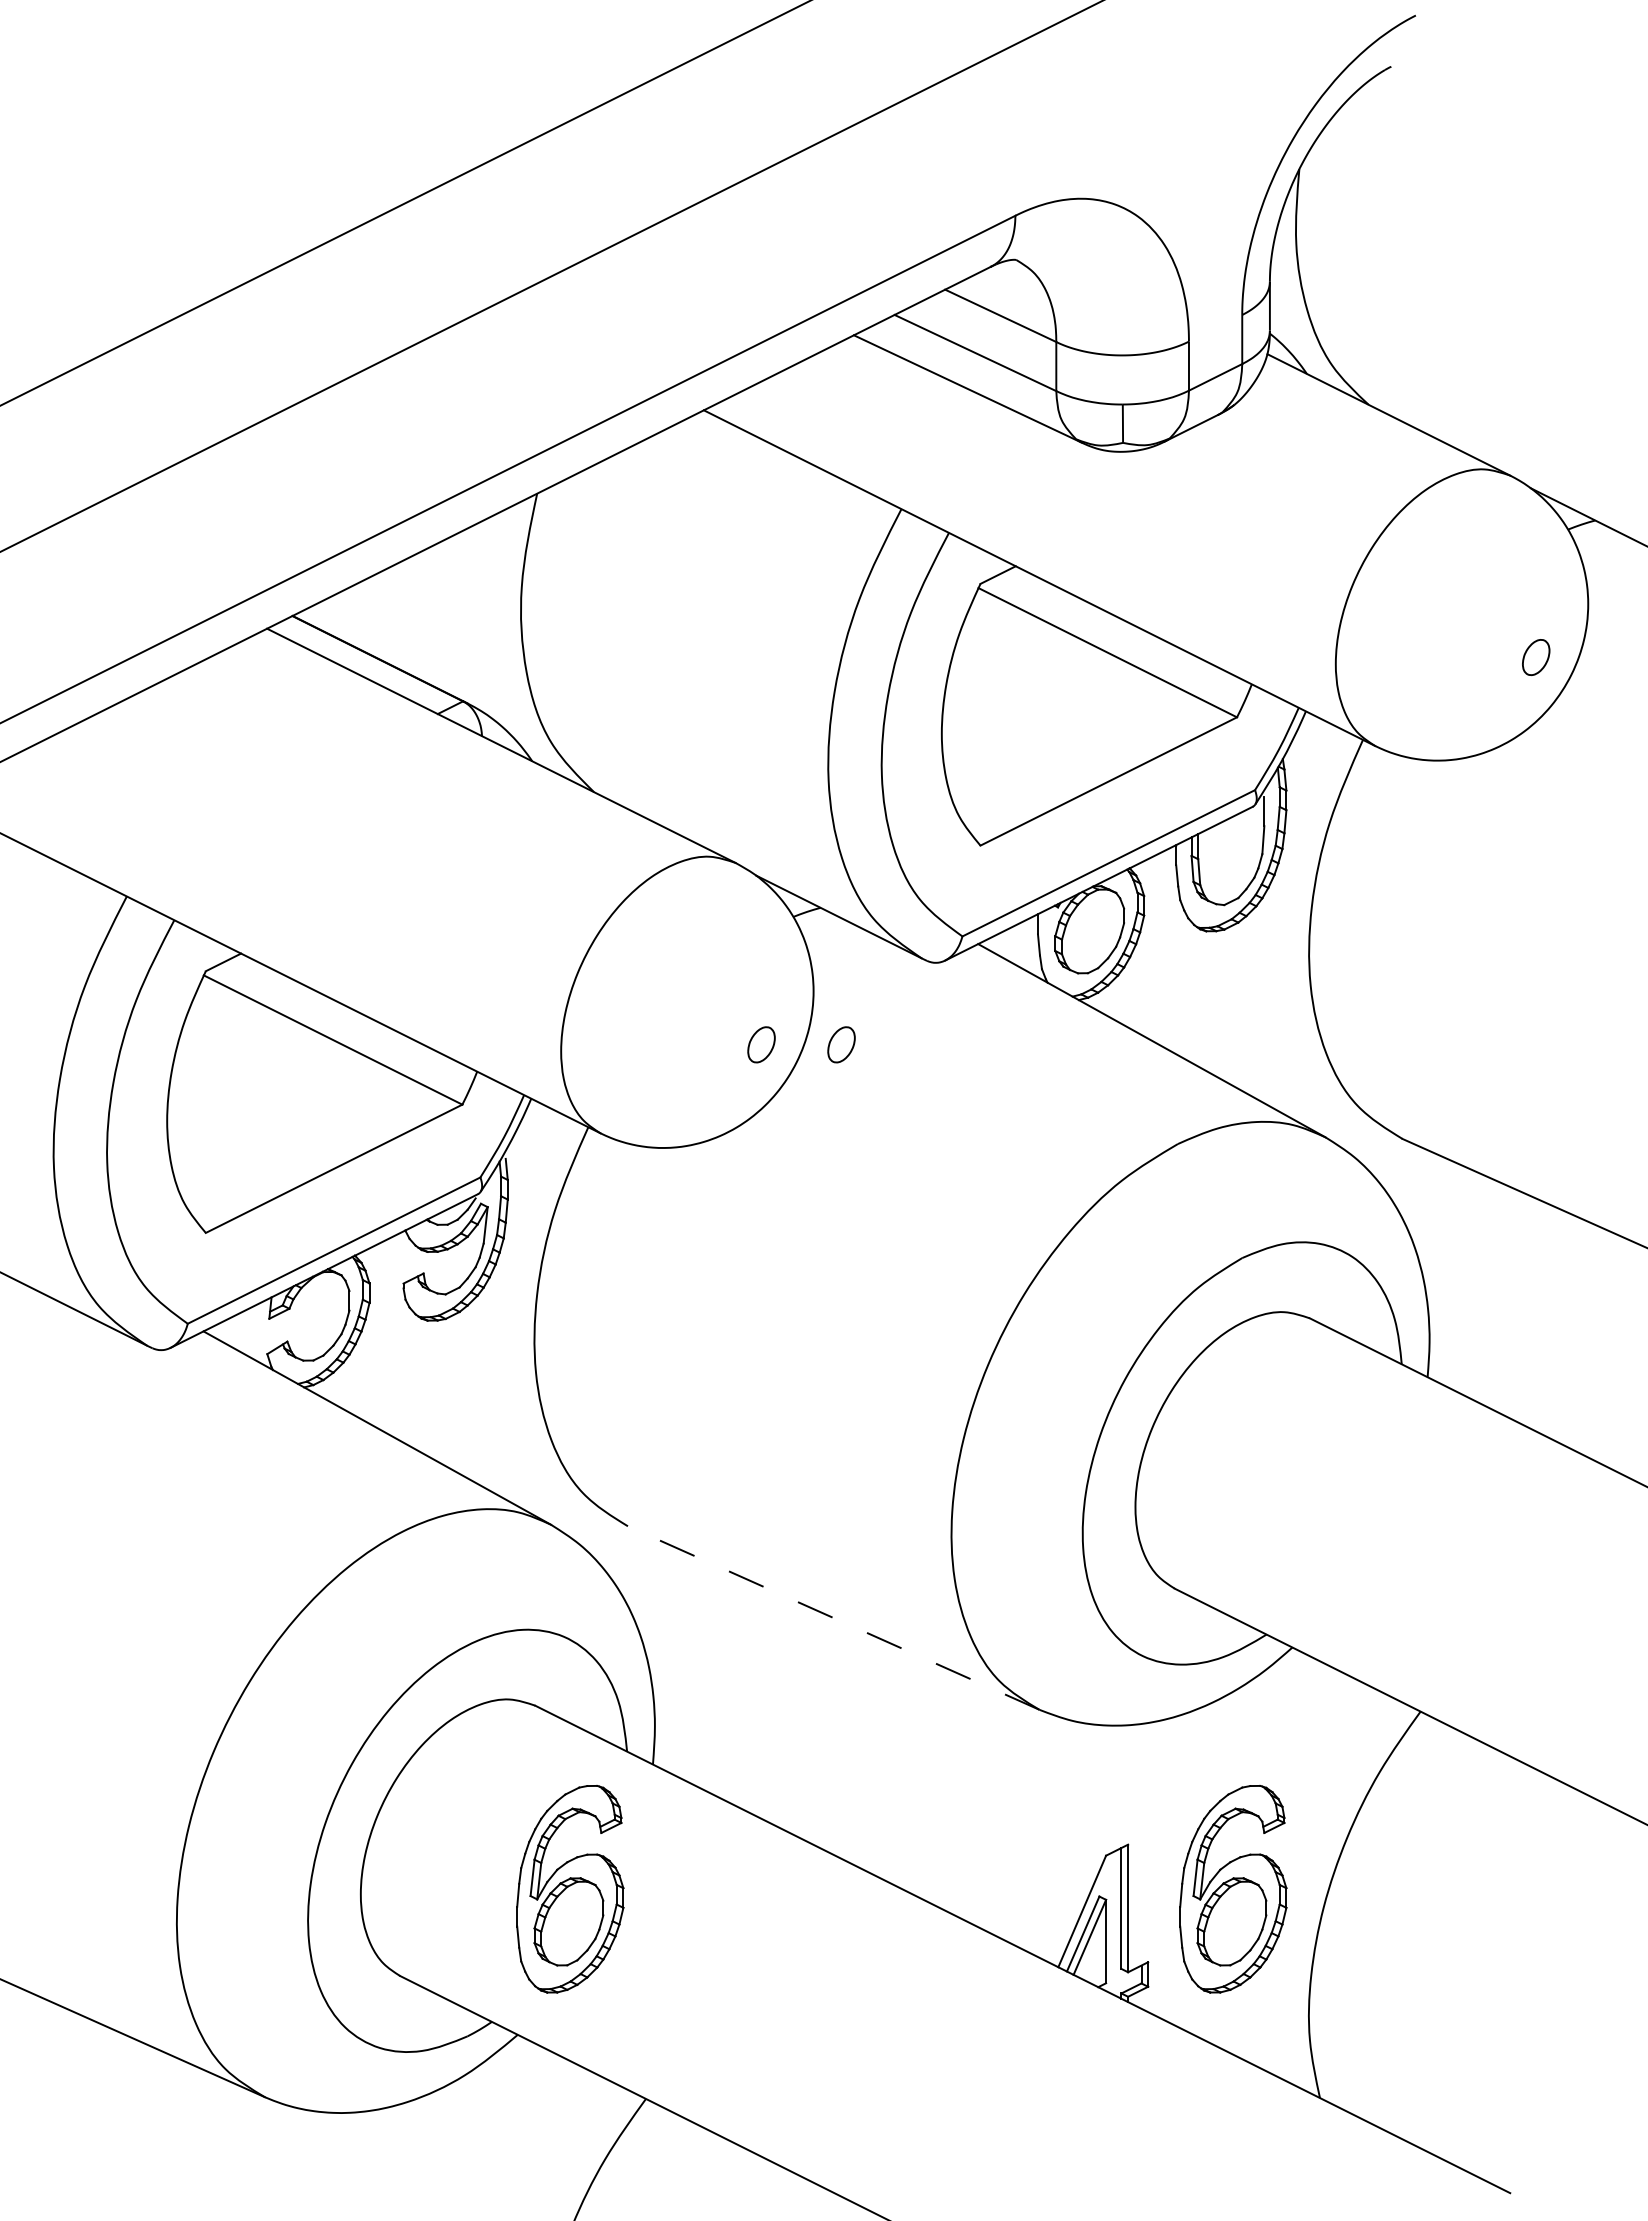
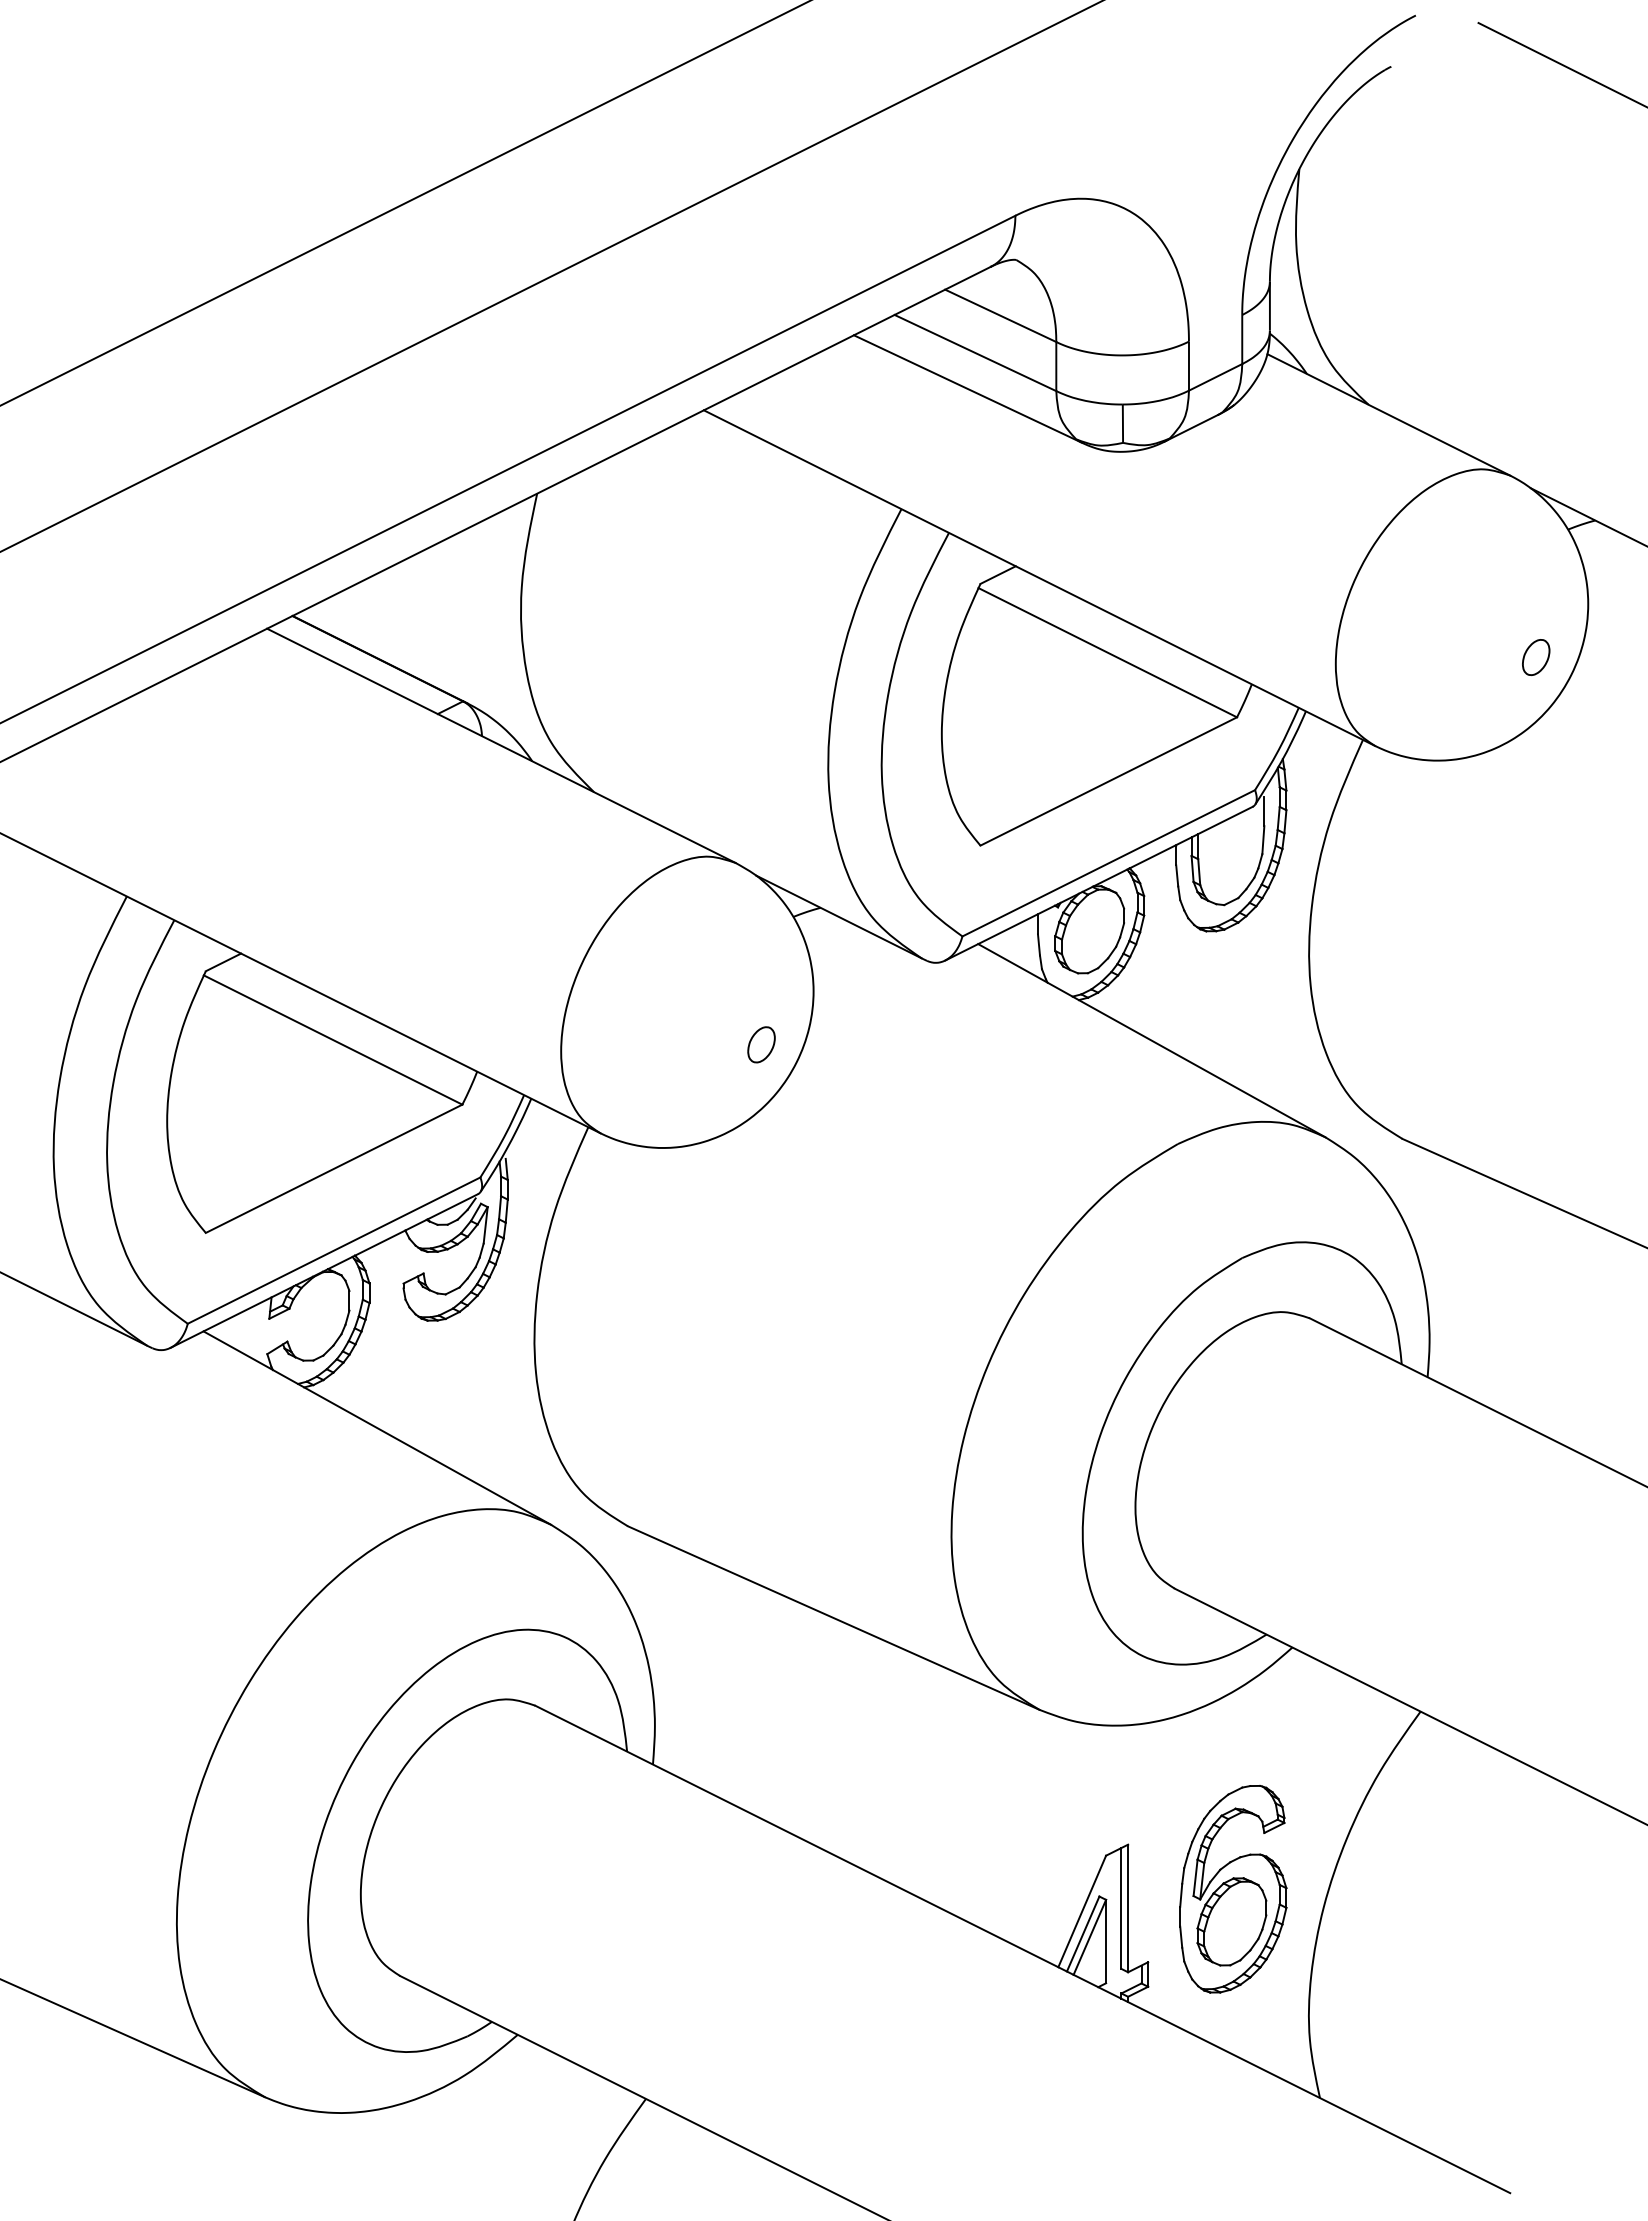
line at (1561, 64): none -> present
part at (841, 1044): present -> none
line at (833, 1617): dashed -> solid
part at (570, 1889): present -> none
